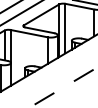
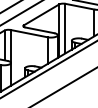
line at (48, 69): none -> present
line at (63, 87): dashed -> solid
